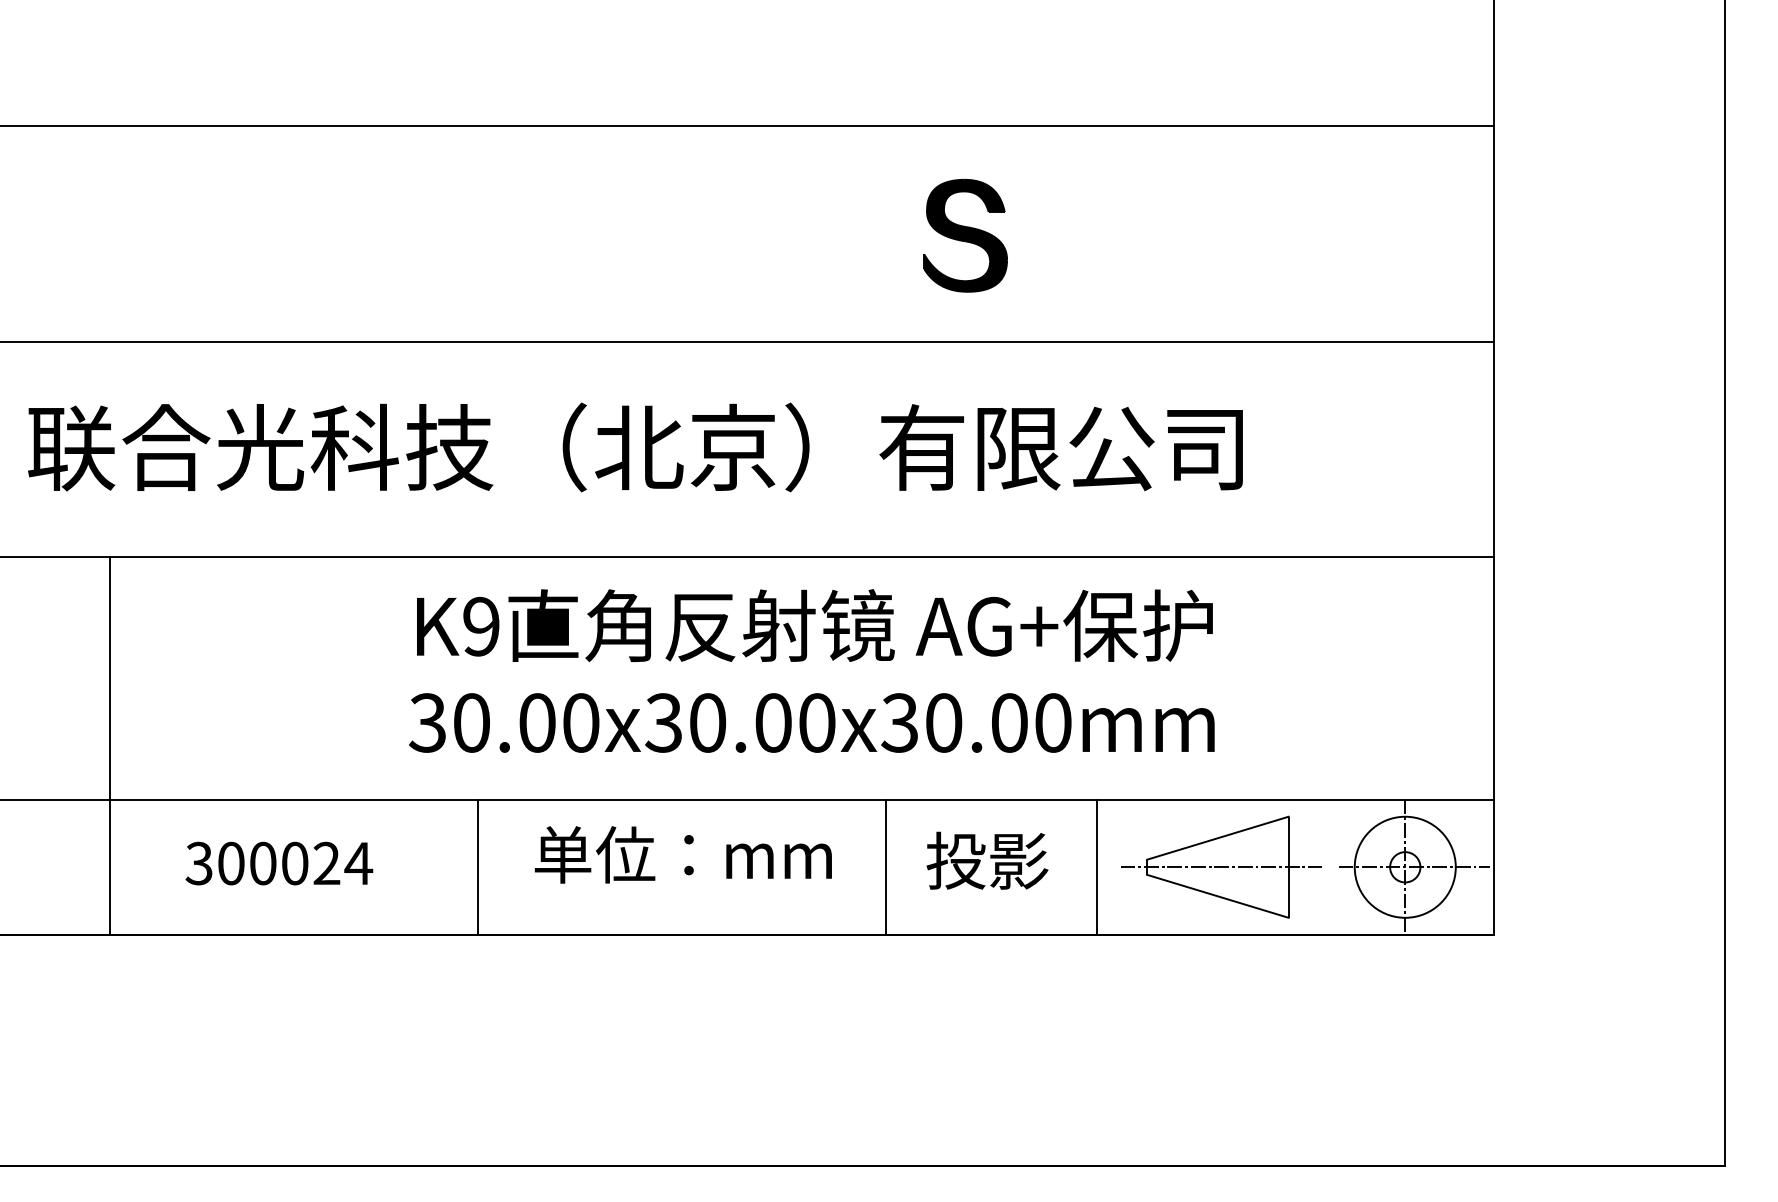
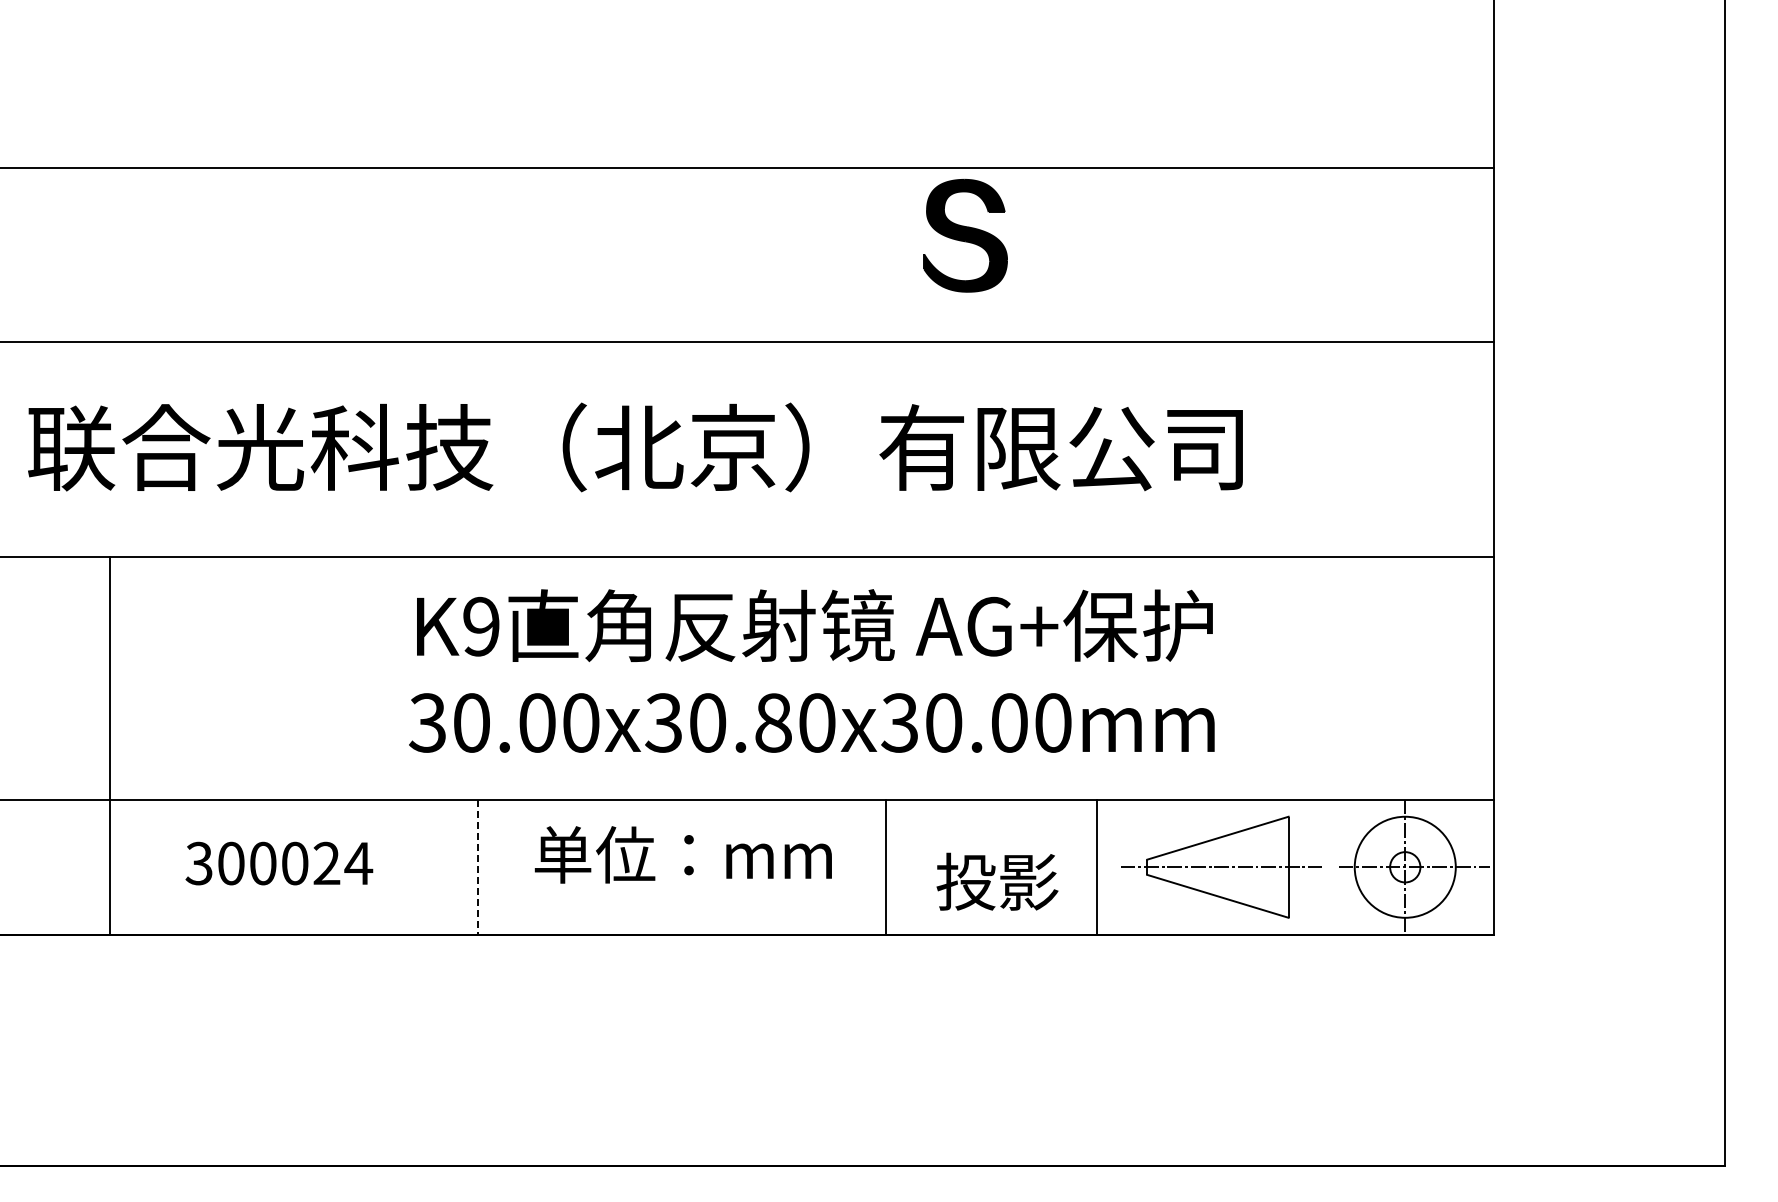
line at (747, 126) position: (747, 126) -> (747, 168)
text at (773, 722): ^J30.00x30.00x30.00mm -> ^J30.00x30.80x30.00mm
text at (987, 860) position: (987, 860) -> (997, 881)
line at (478, 867): solid -> dashed
